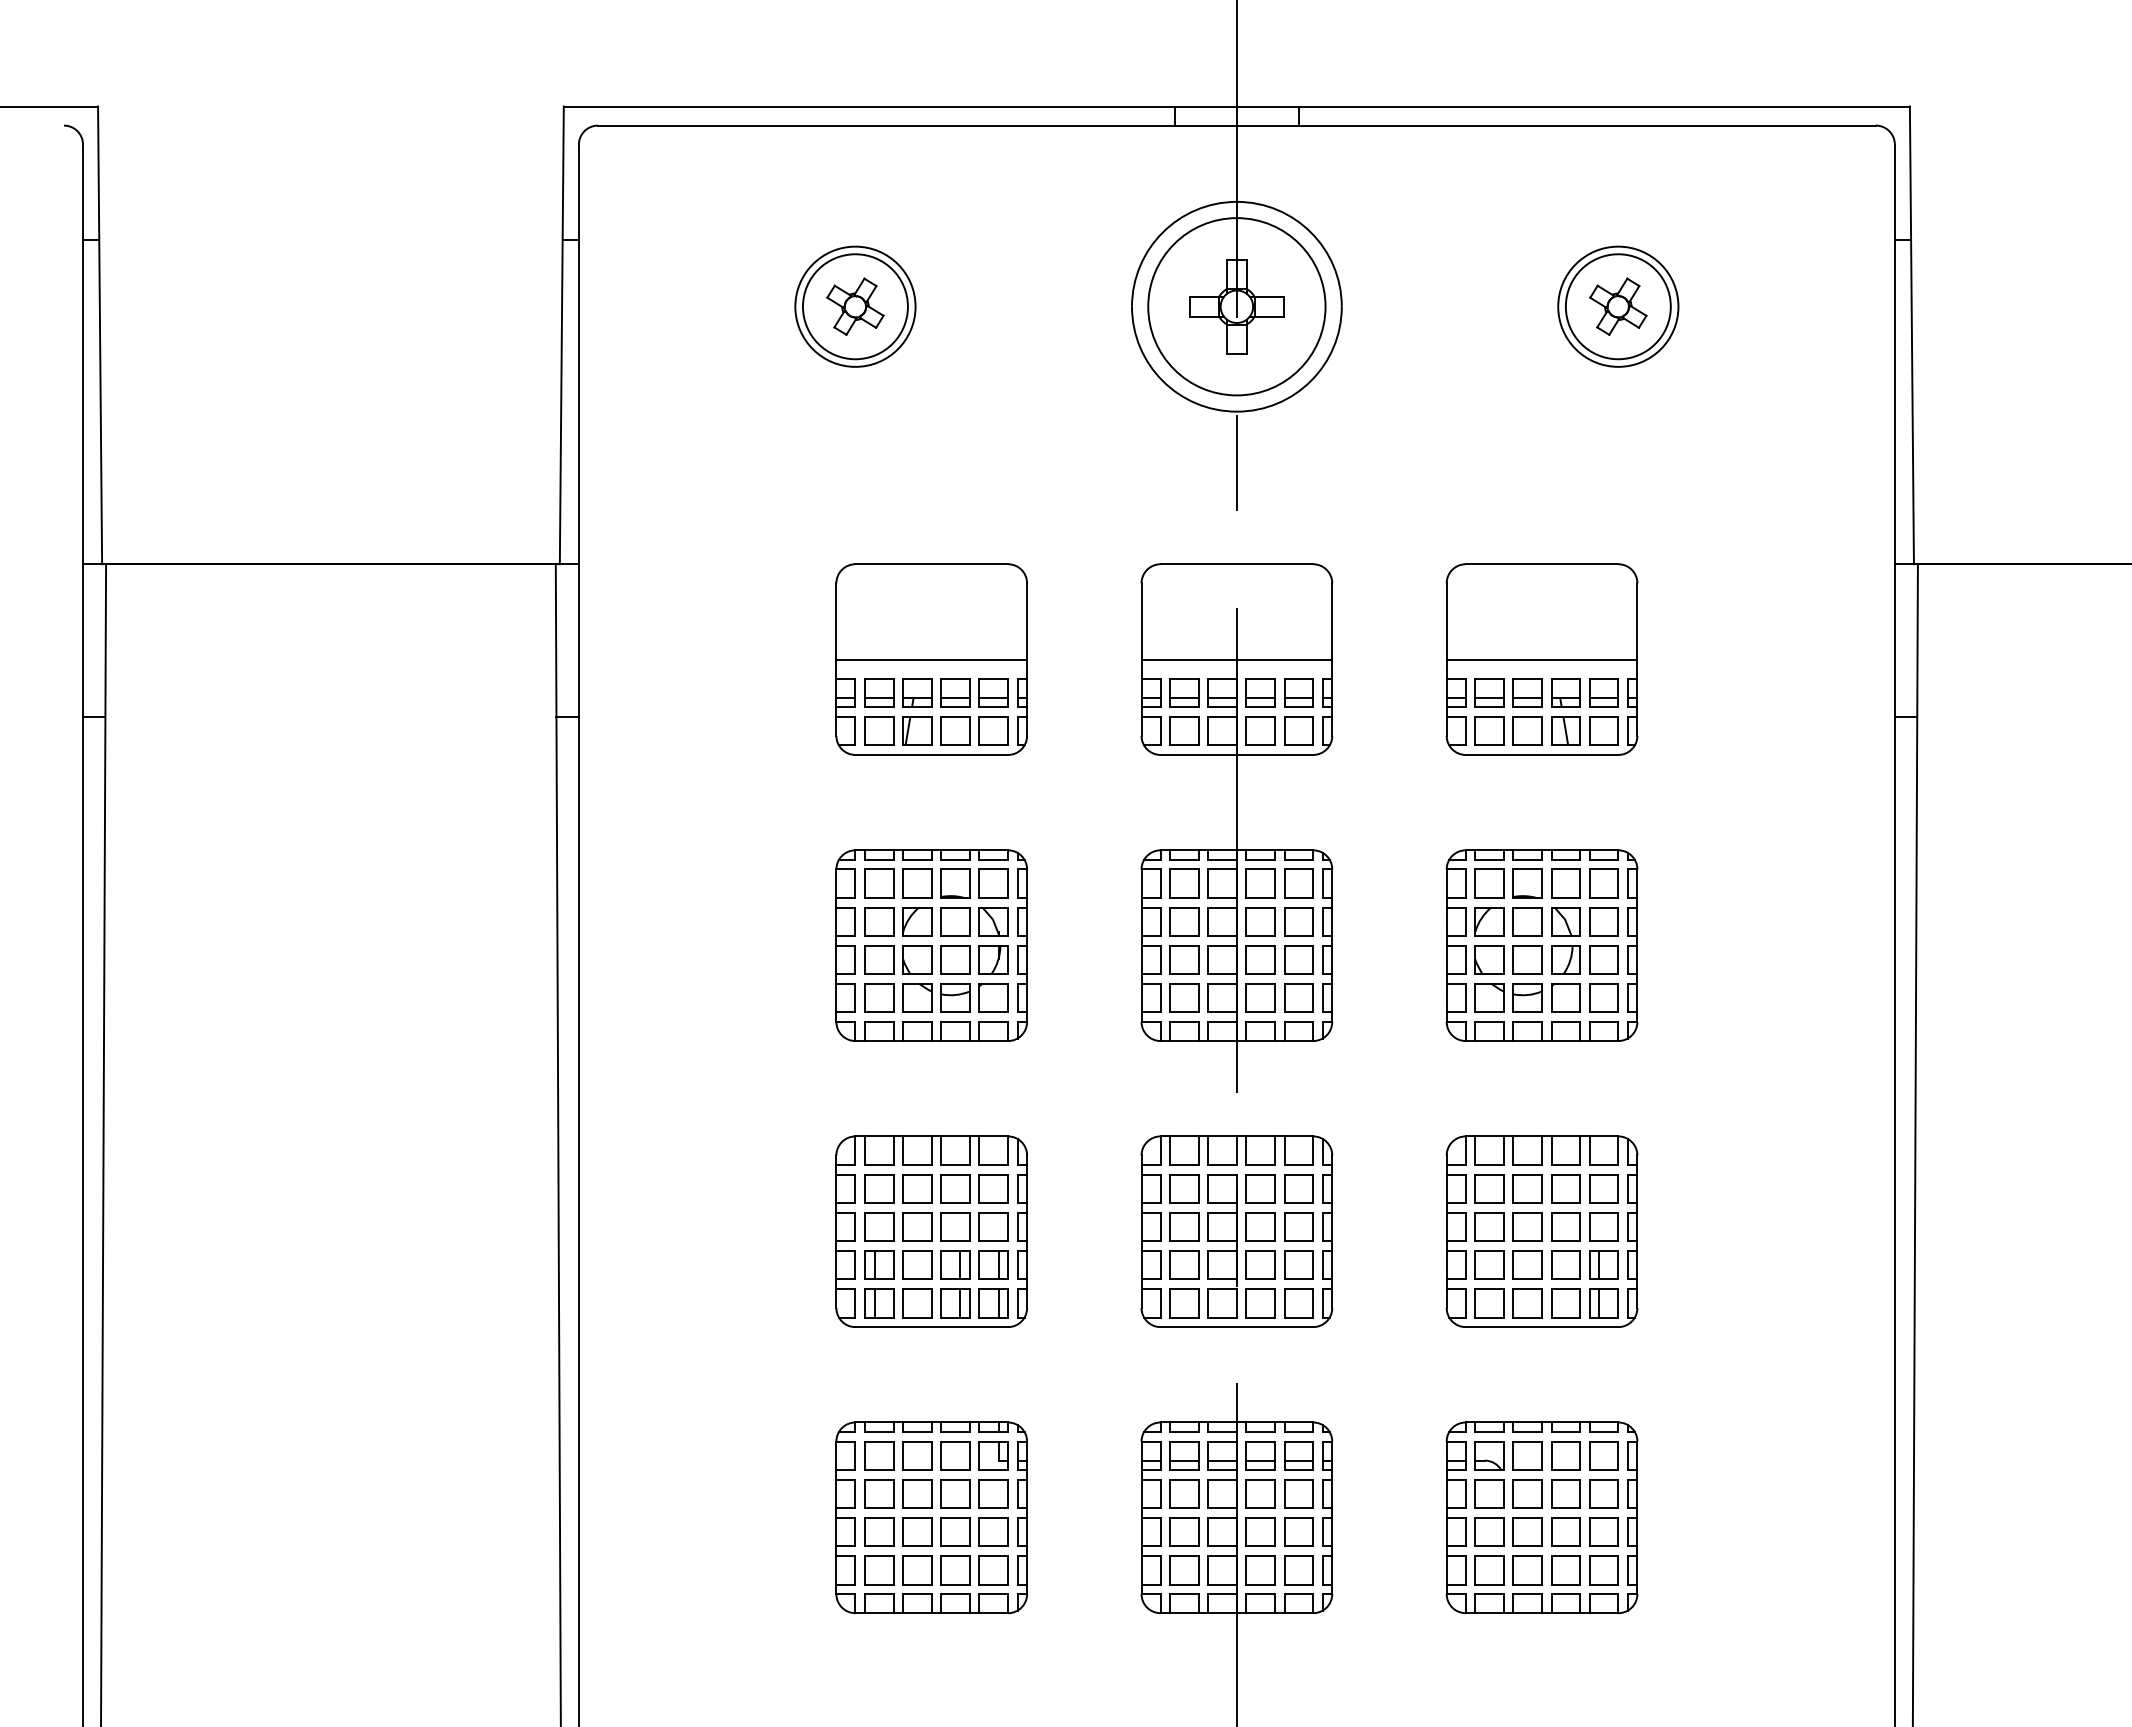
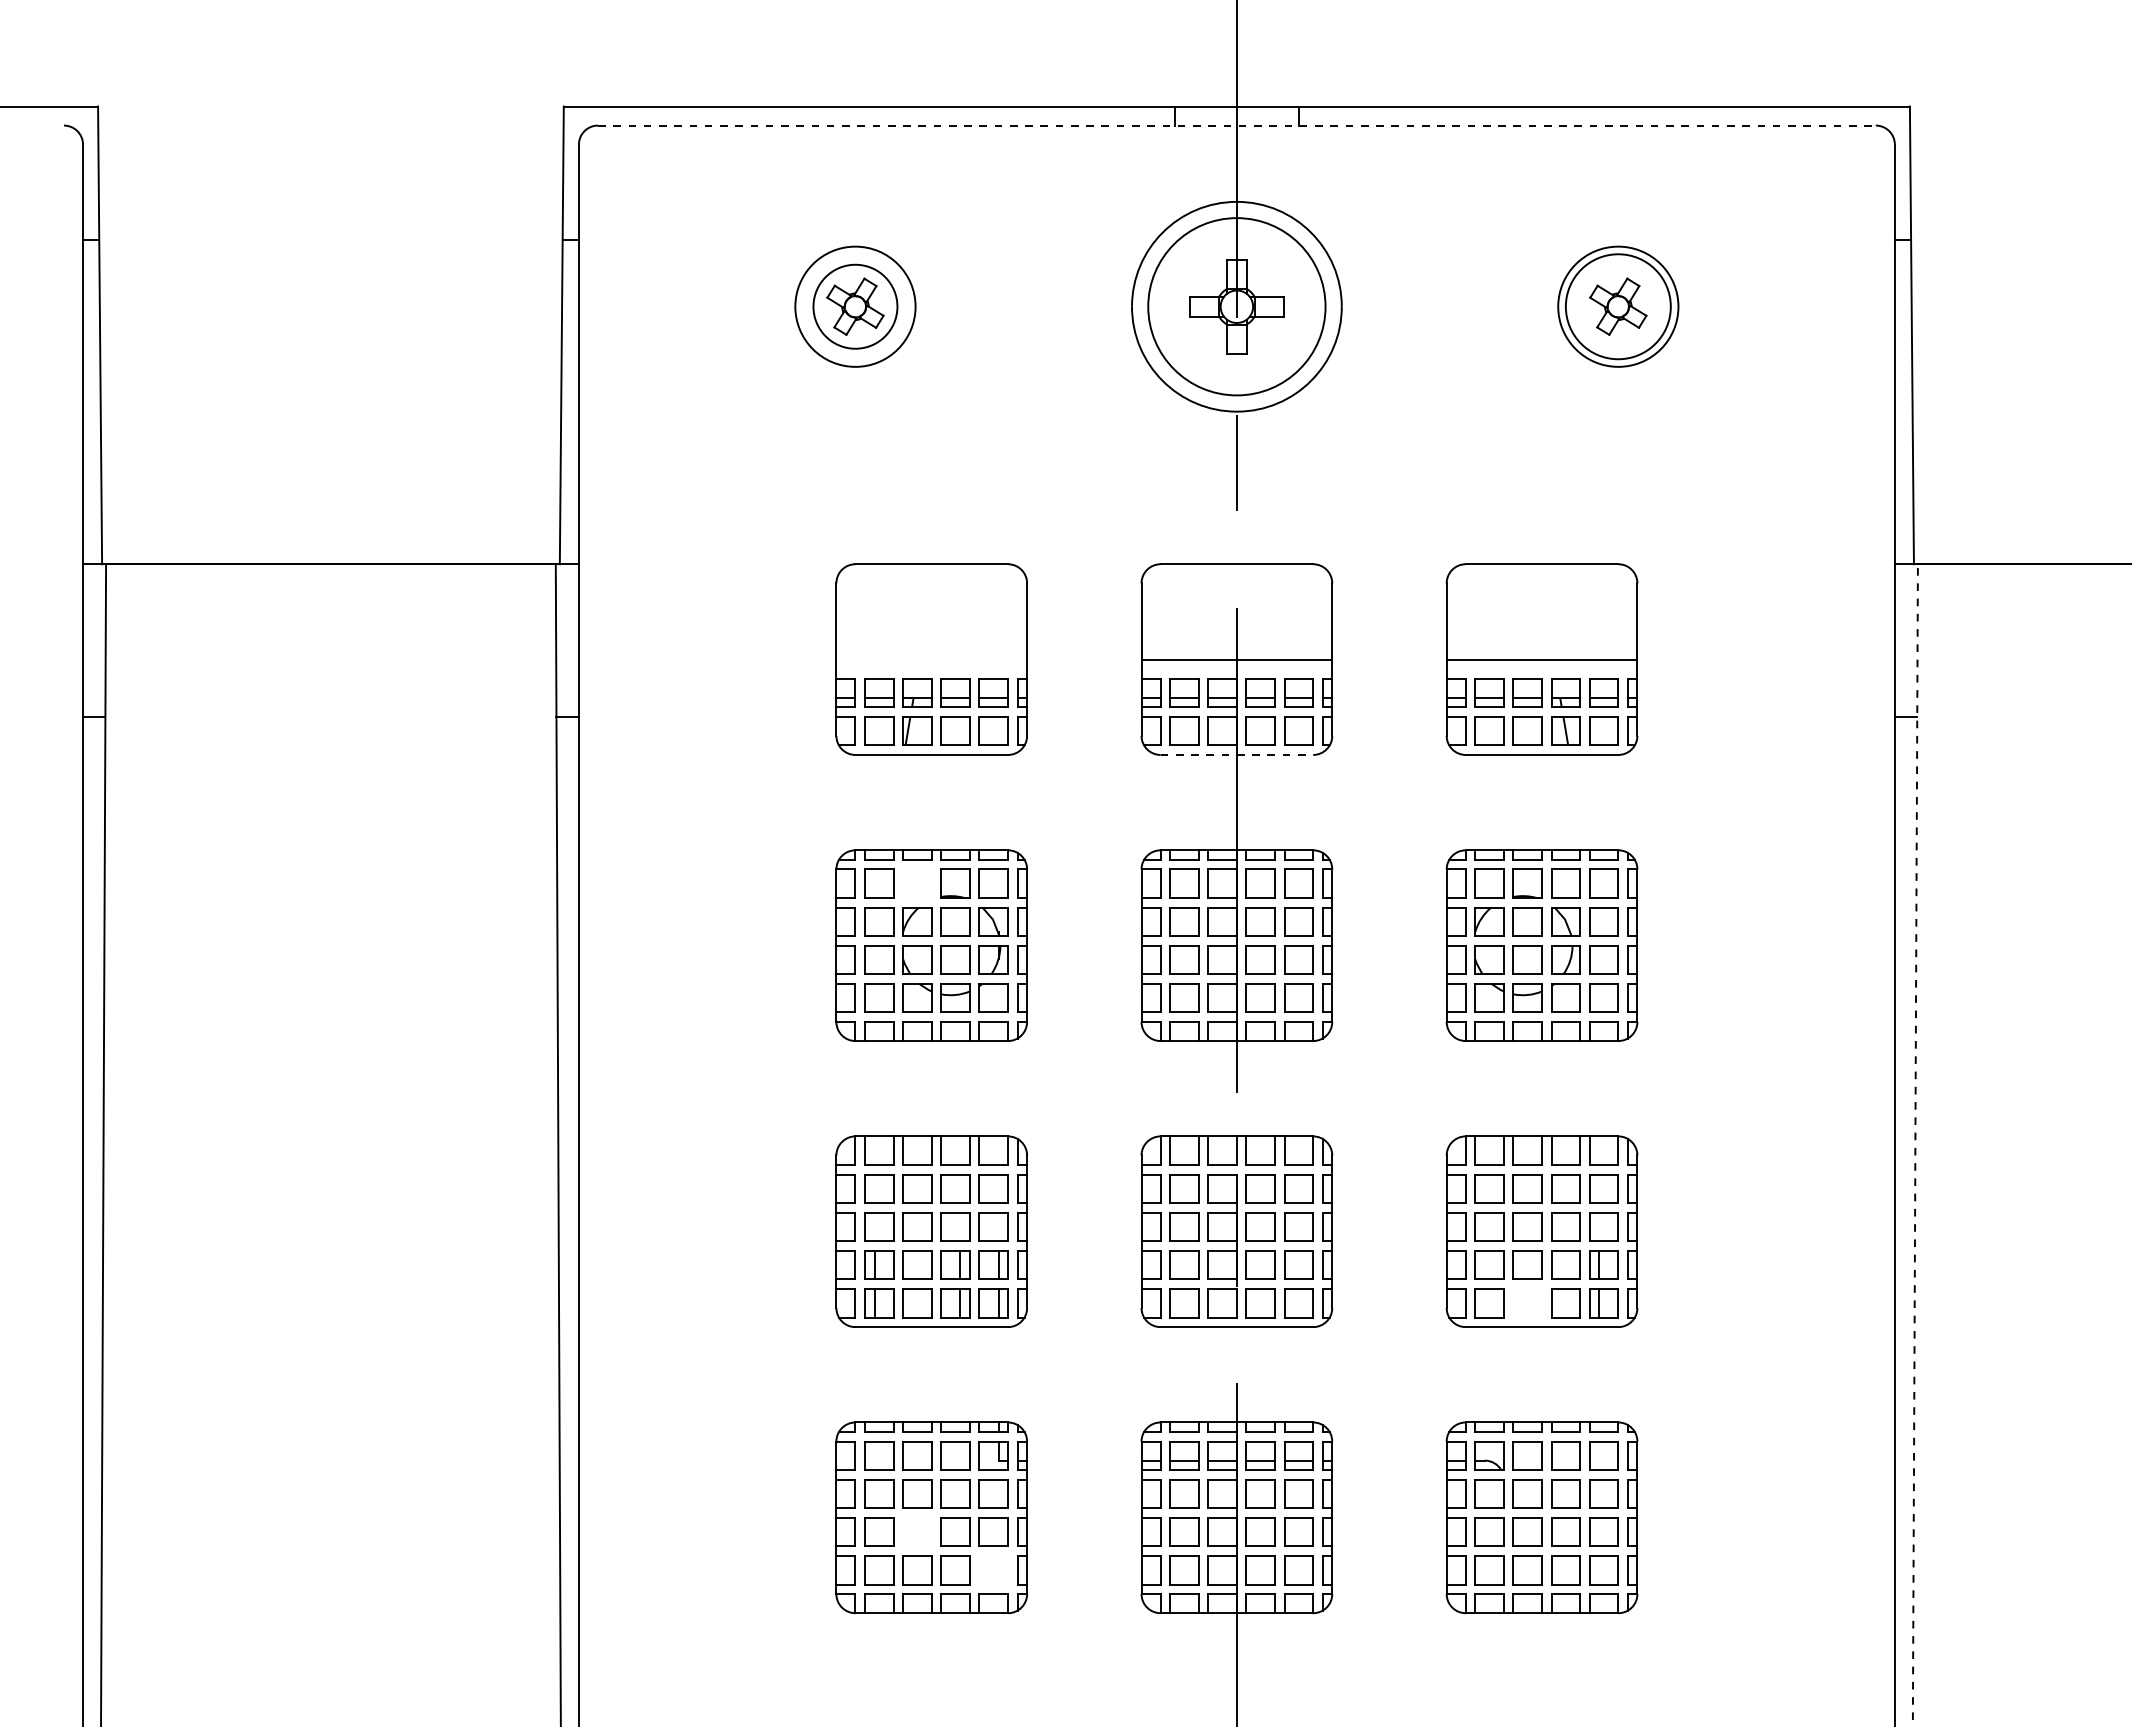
line at (1236, 125): solid -> dashed
circle at (854, 306) diameter: 105 px -> 84 px
line at (931, 659): present -> none
line at (1237, 754): solid -> dashed
part at (917, 883): present -> none
line at (1915, 1145): solid -> dashed
part at (1527, 1303): present -> none
part at (917, 1531): present -> none
part at (993, 1570): present -> none
